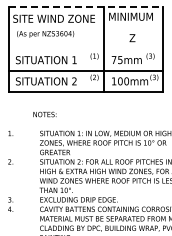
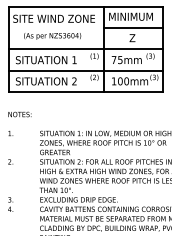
line at (85, 6): dashed -> solid
line at (133, 28): none -> present
text at (45, 34) position: (45, 34) -> (52, 36)
line at (85, 49): none -> present
text at (44, 114) position: (44, 114) -> (19, 114)
